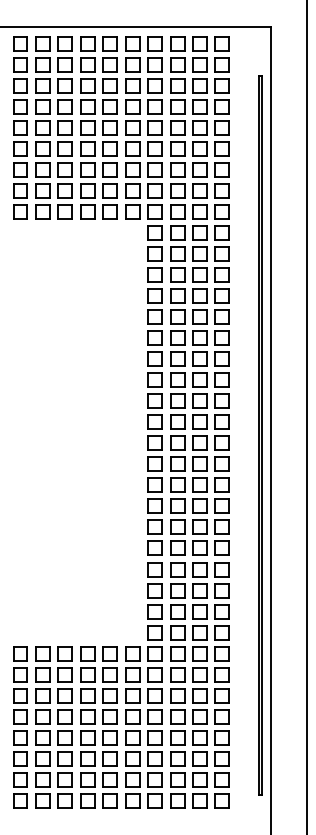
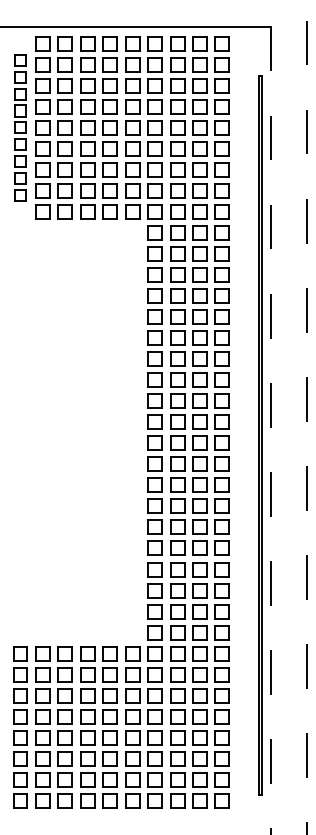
part at (20, 127) size: 15x184 px -> 13x148 px
line at (306, 417): solid -> dashed
line at (271, 430): solid -> dashed
